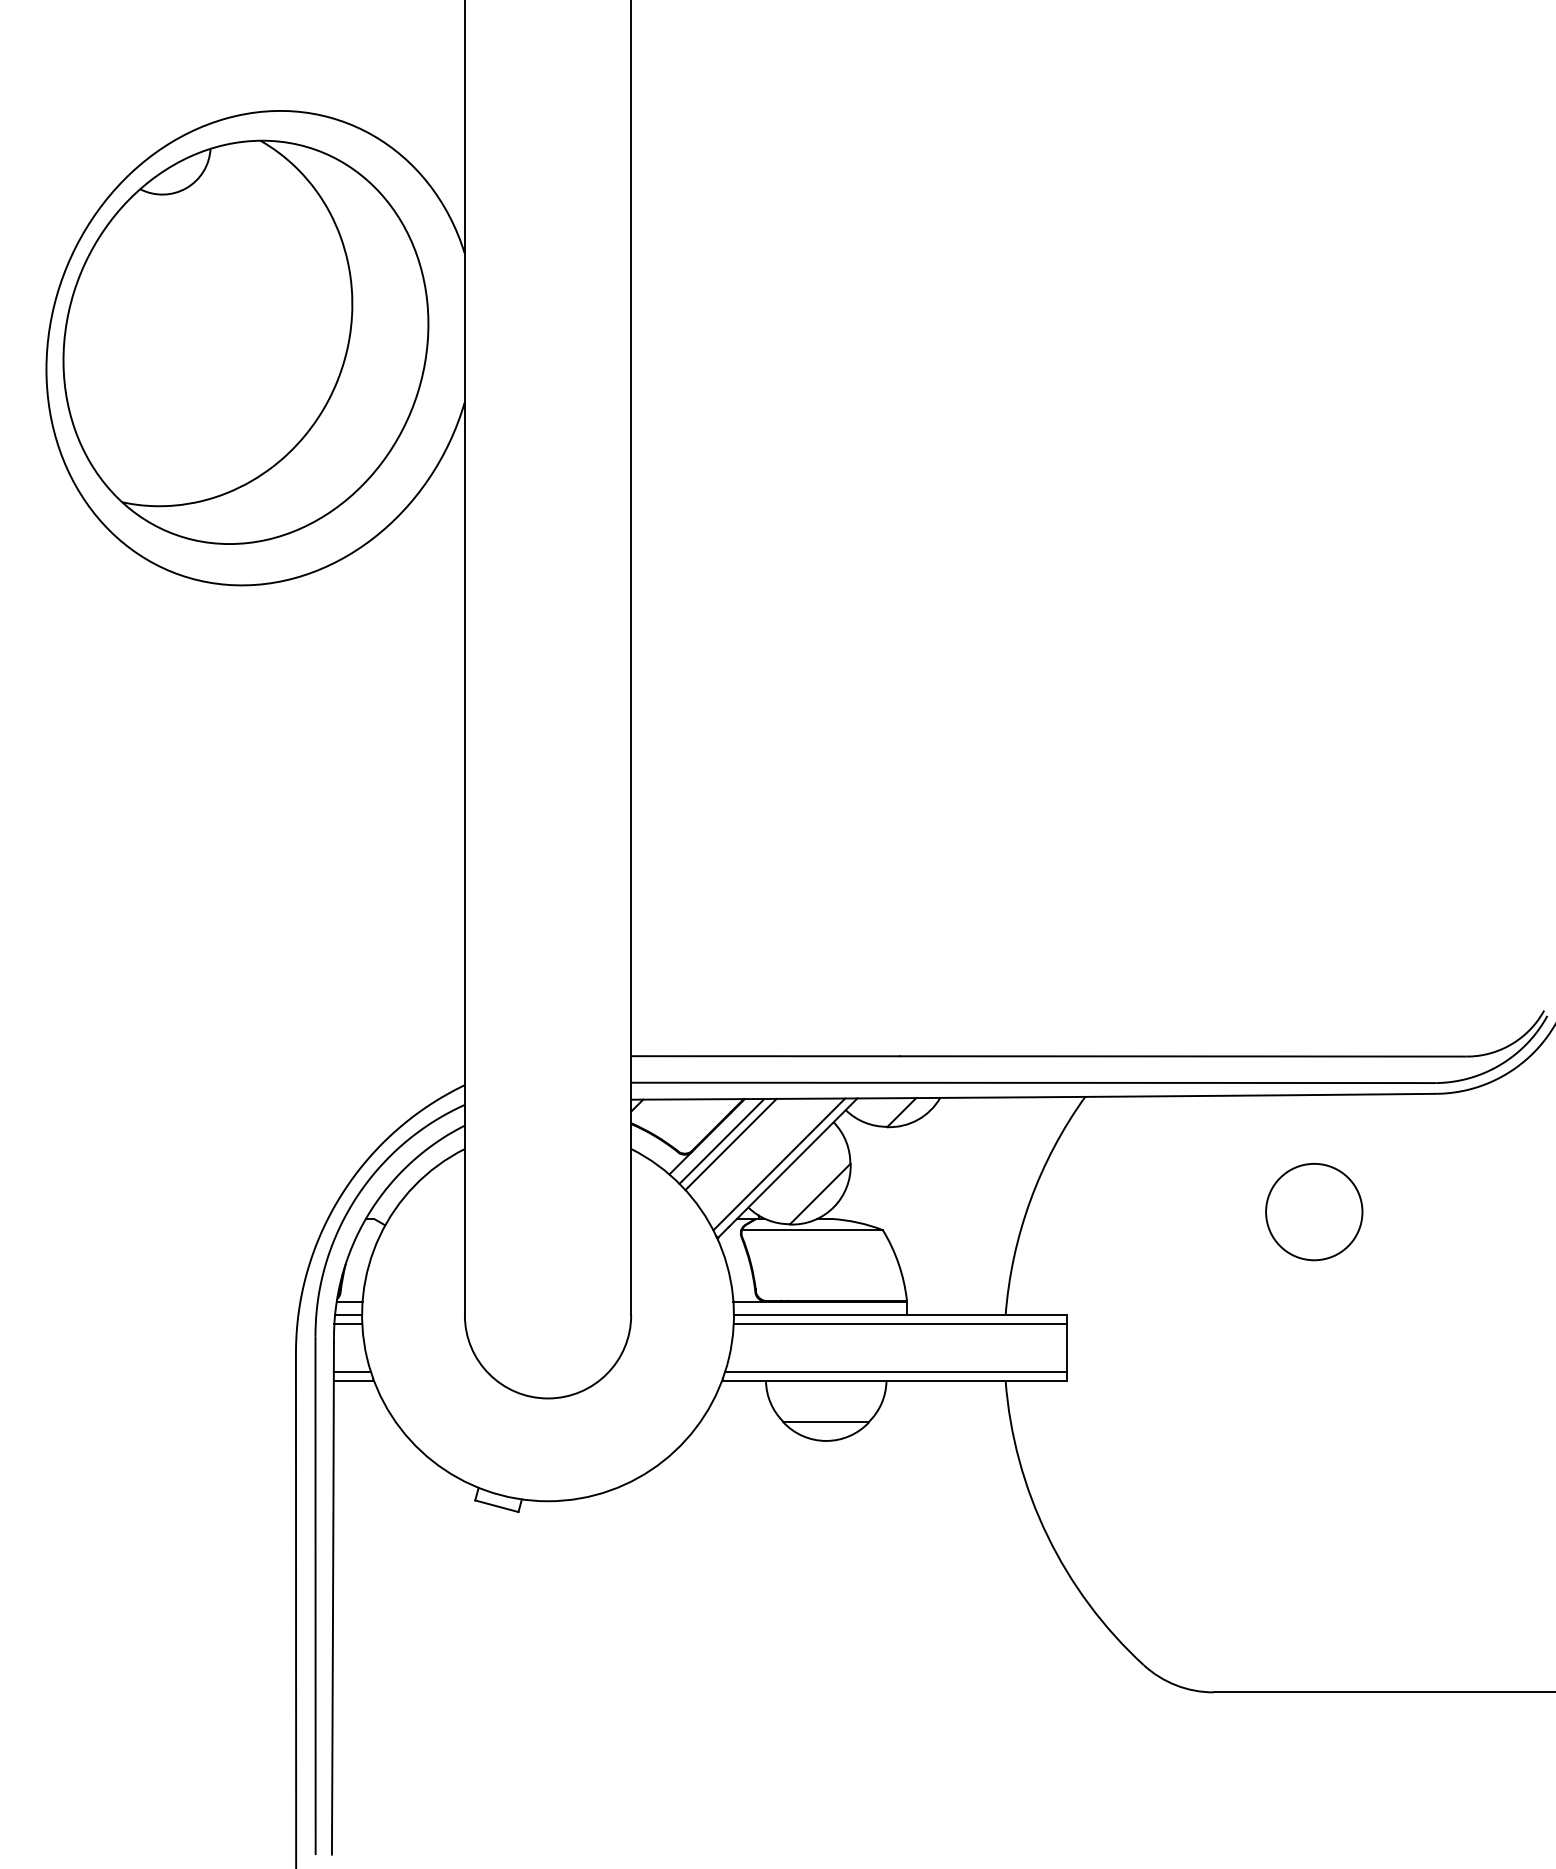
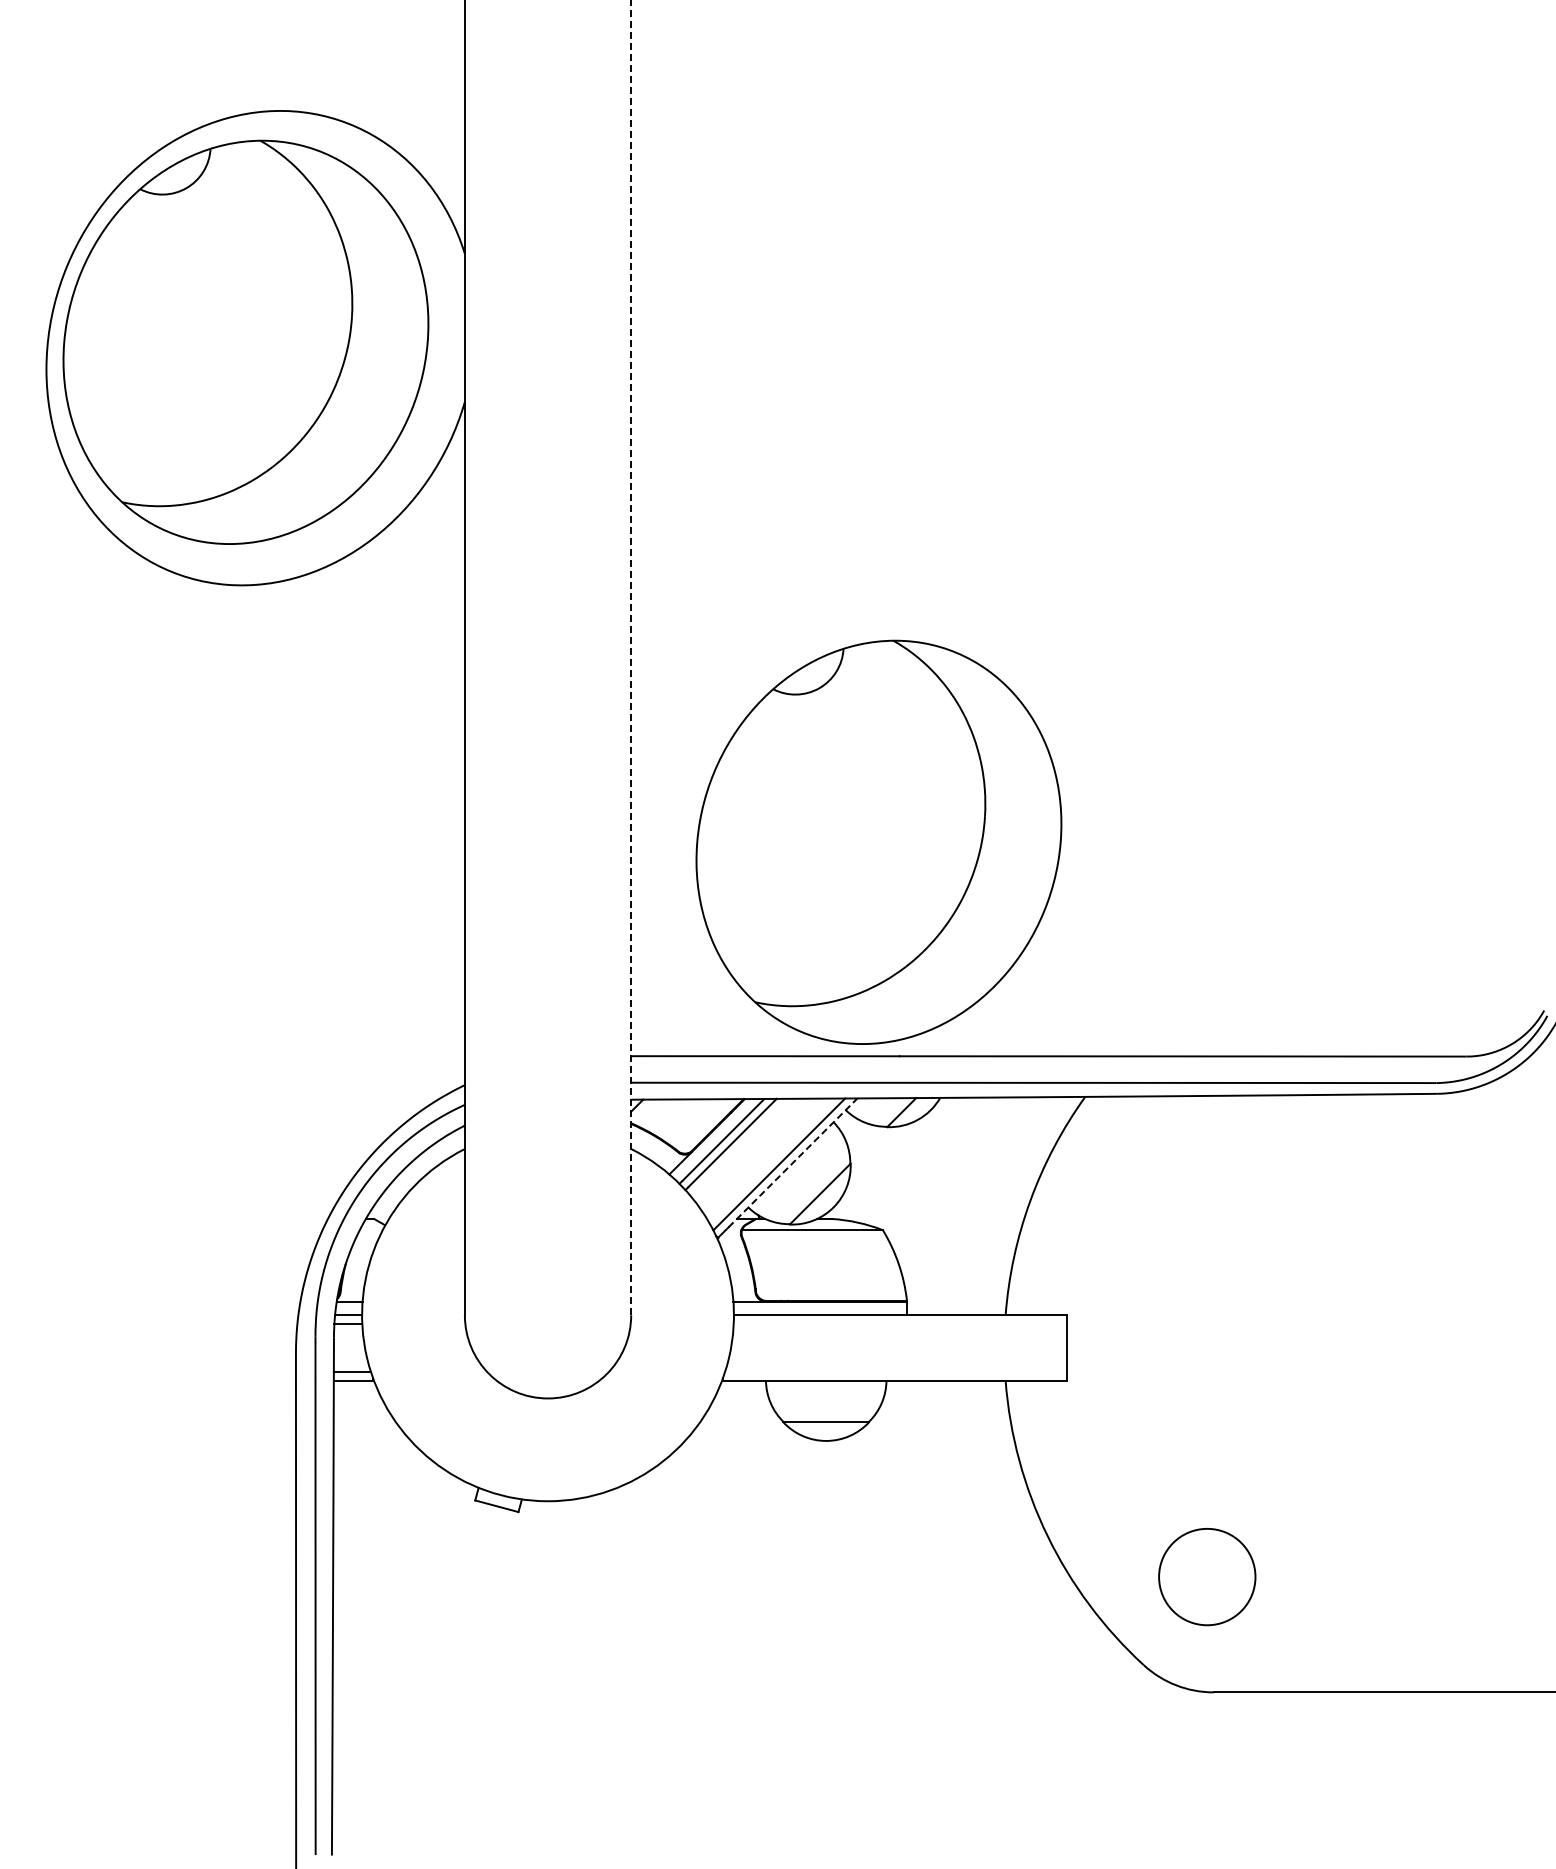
line at (631, 657): solid -> dashed
part at (878, 841): none -> present
line at (793, 1162): solid -> dashed
circle at (1314, 1212) position: (1314, 1212) -> (1207, 1577)
line at (900, 1323): present -> none
line at (896, 1372): present -> none
